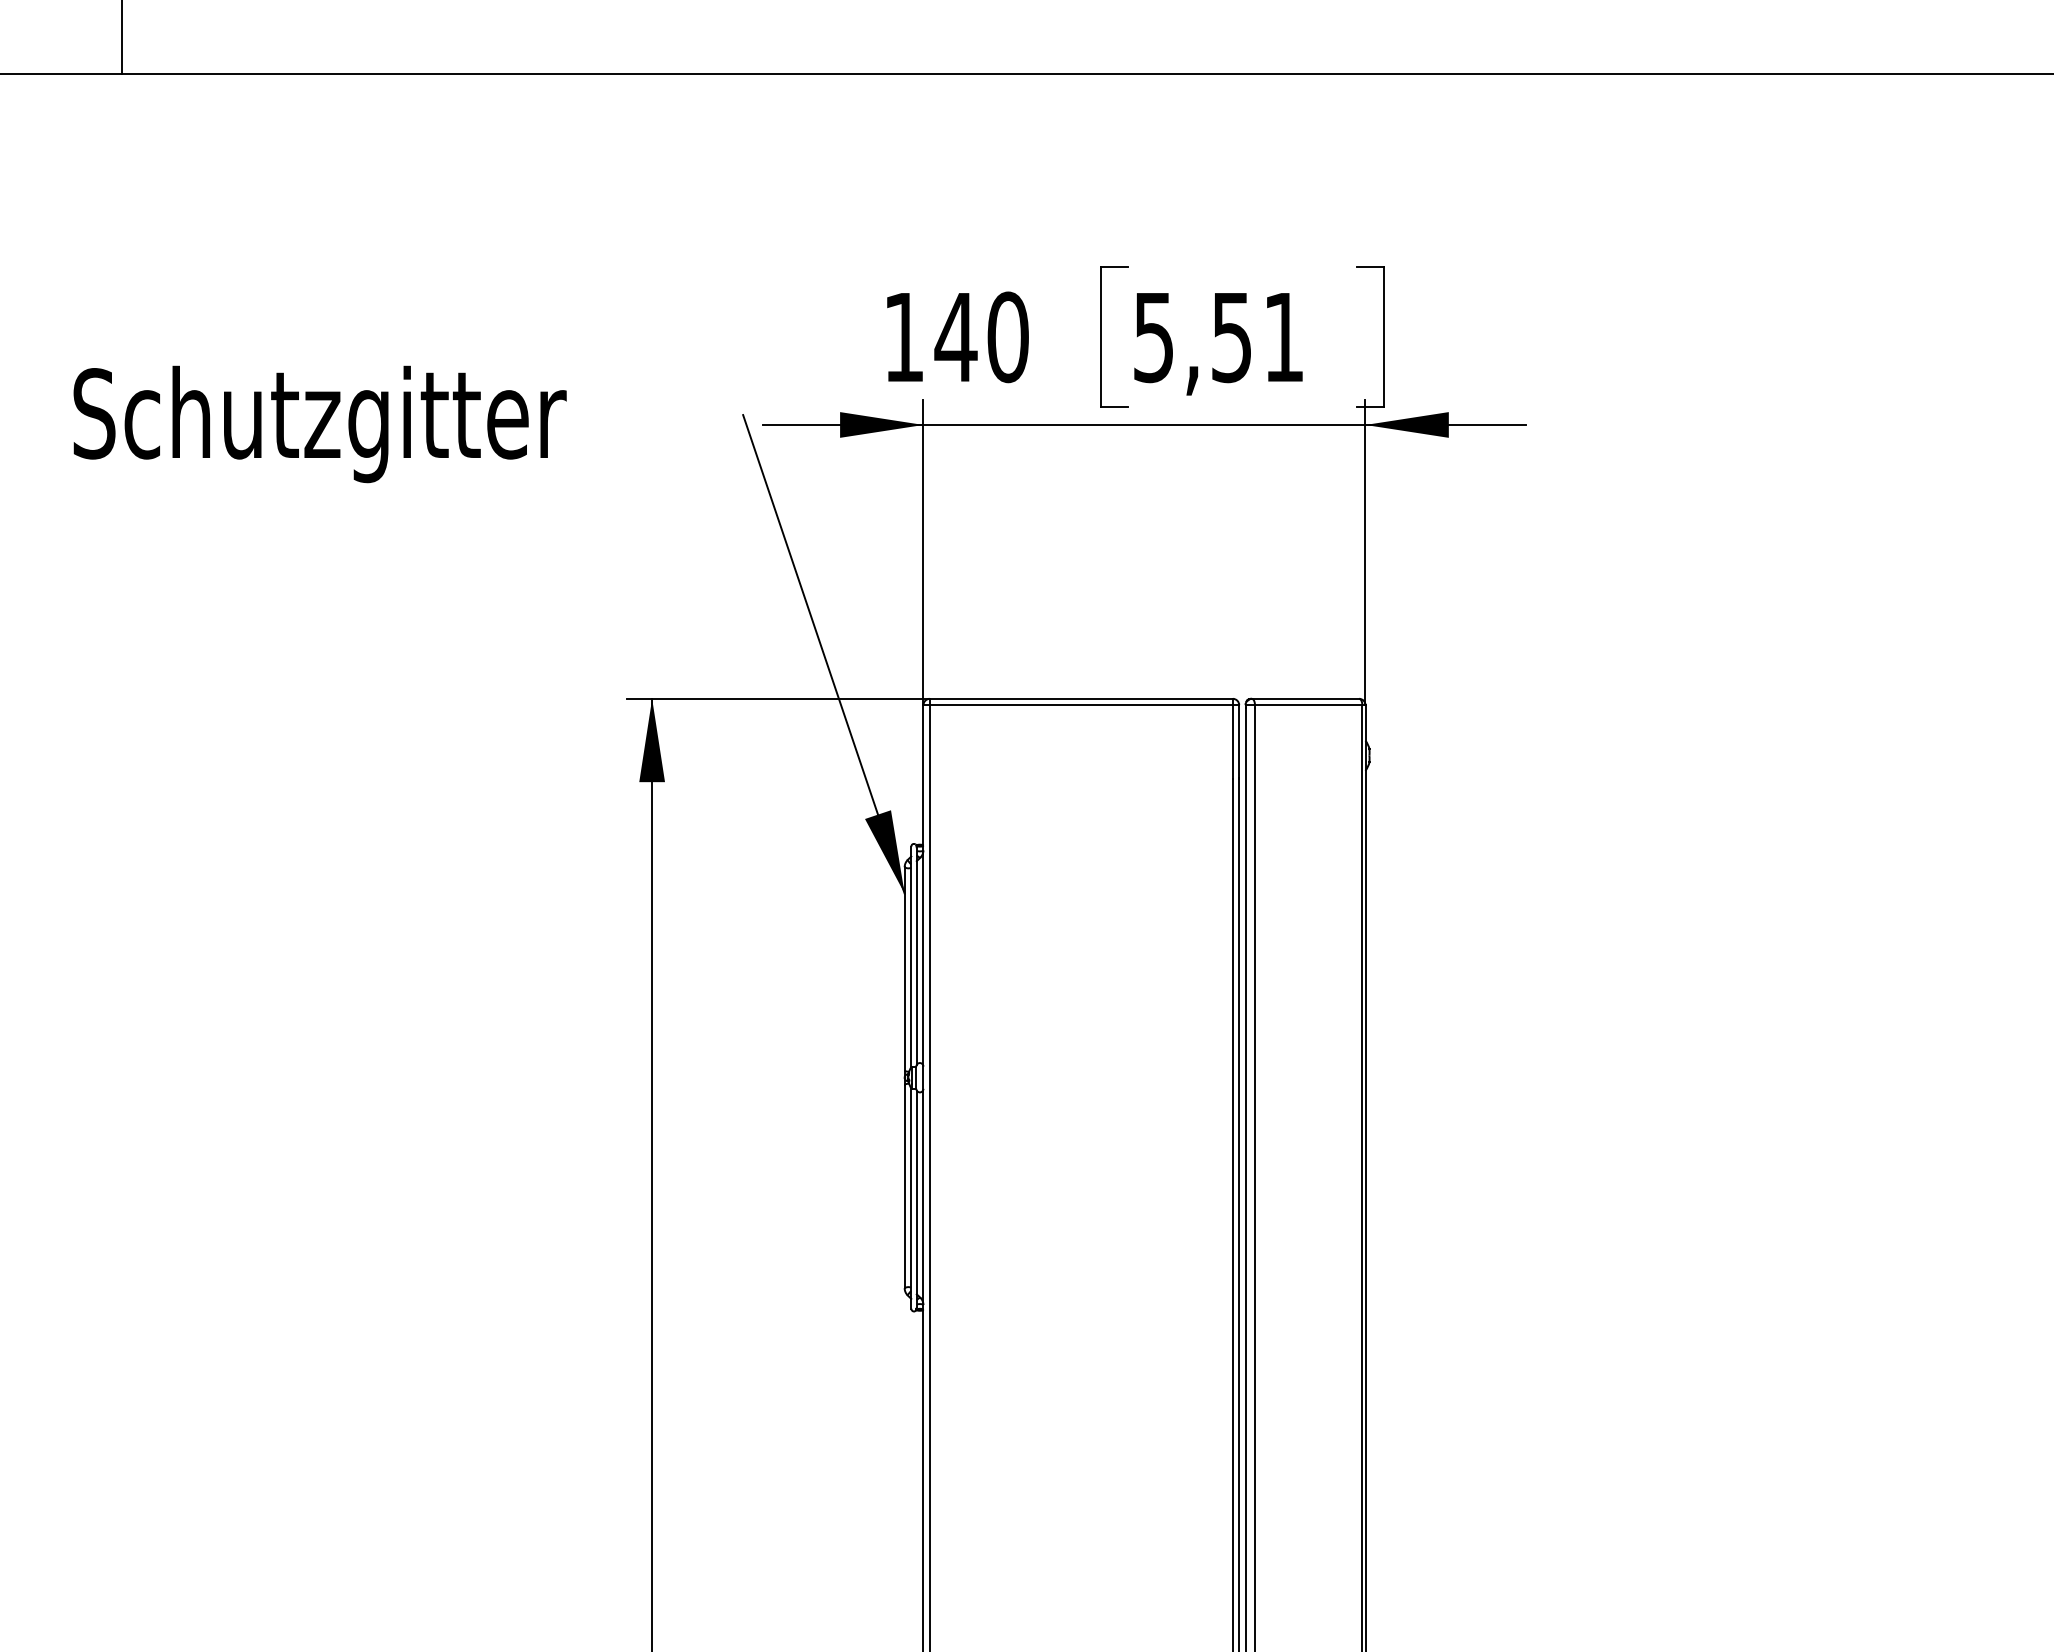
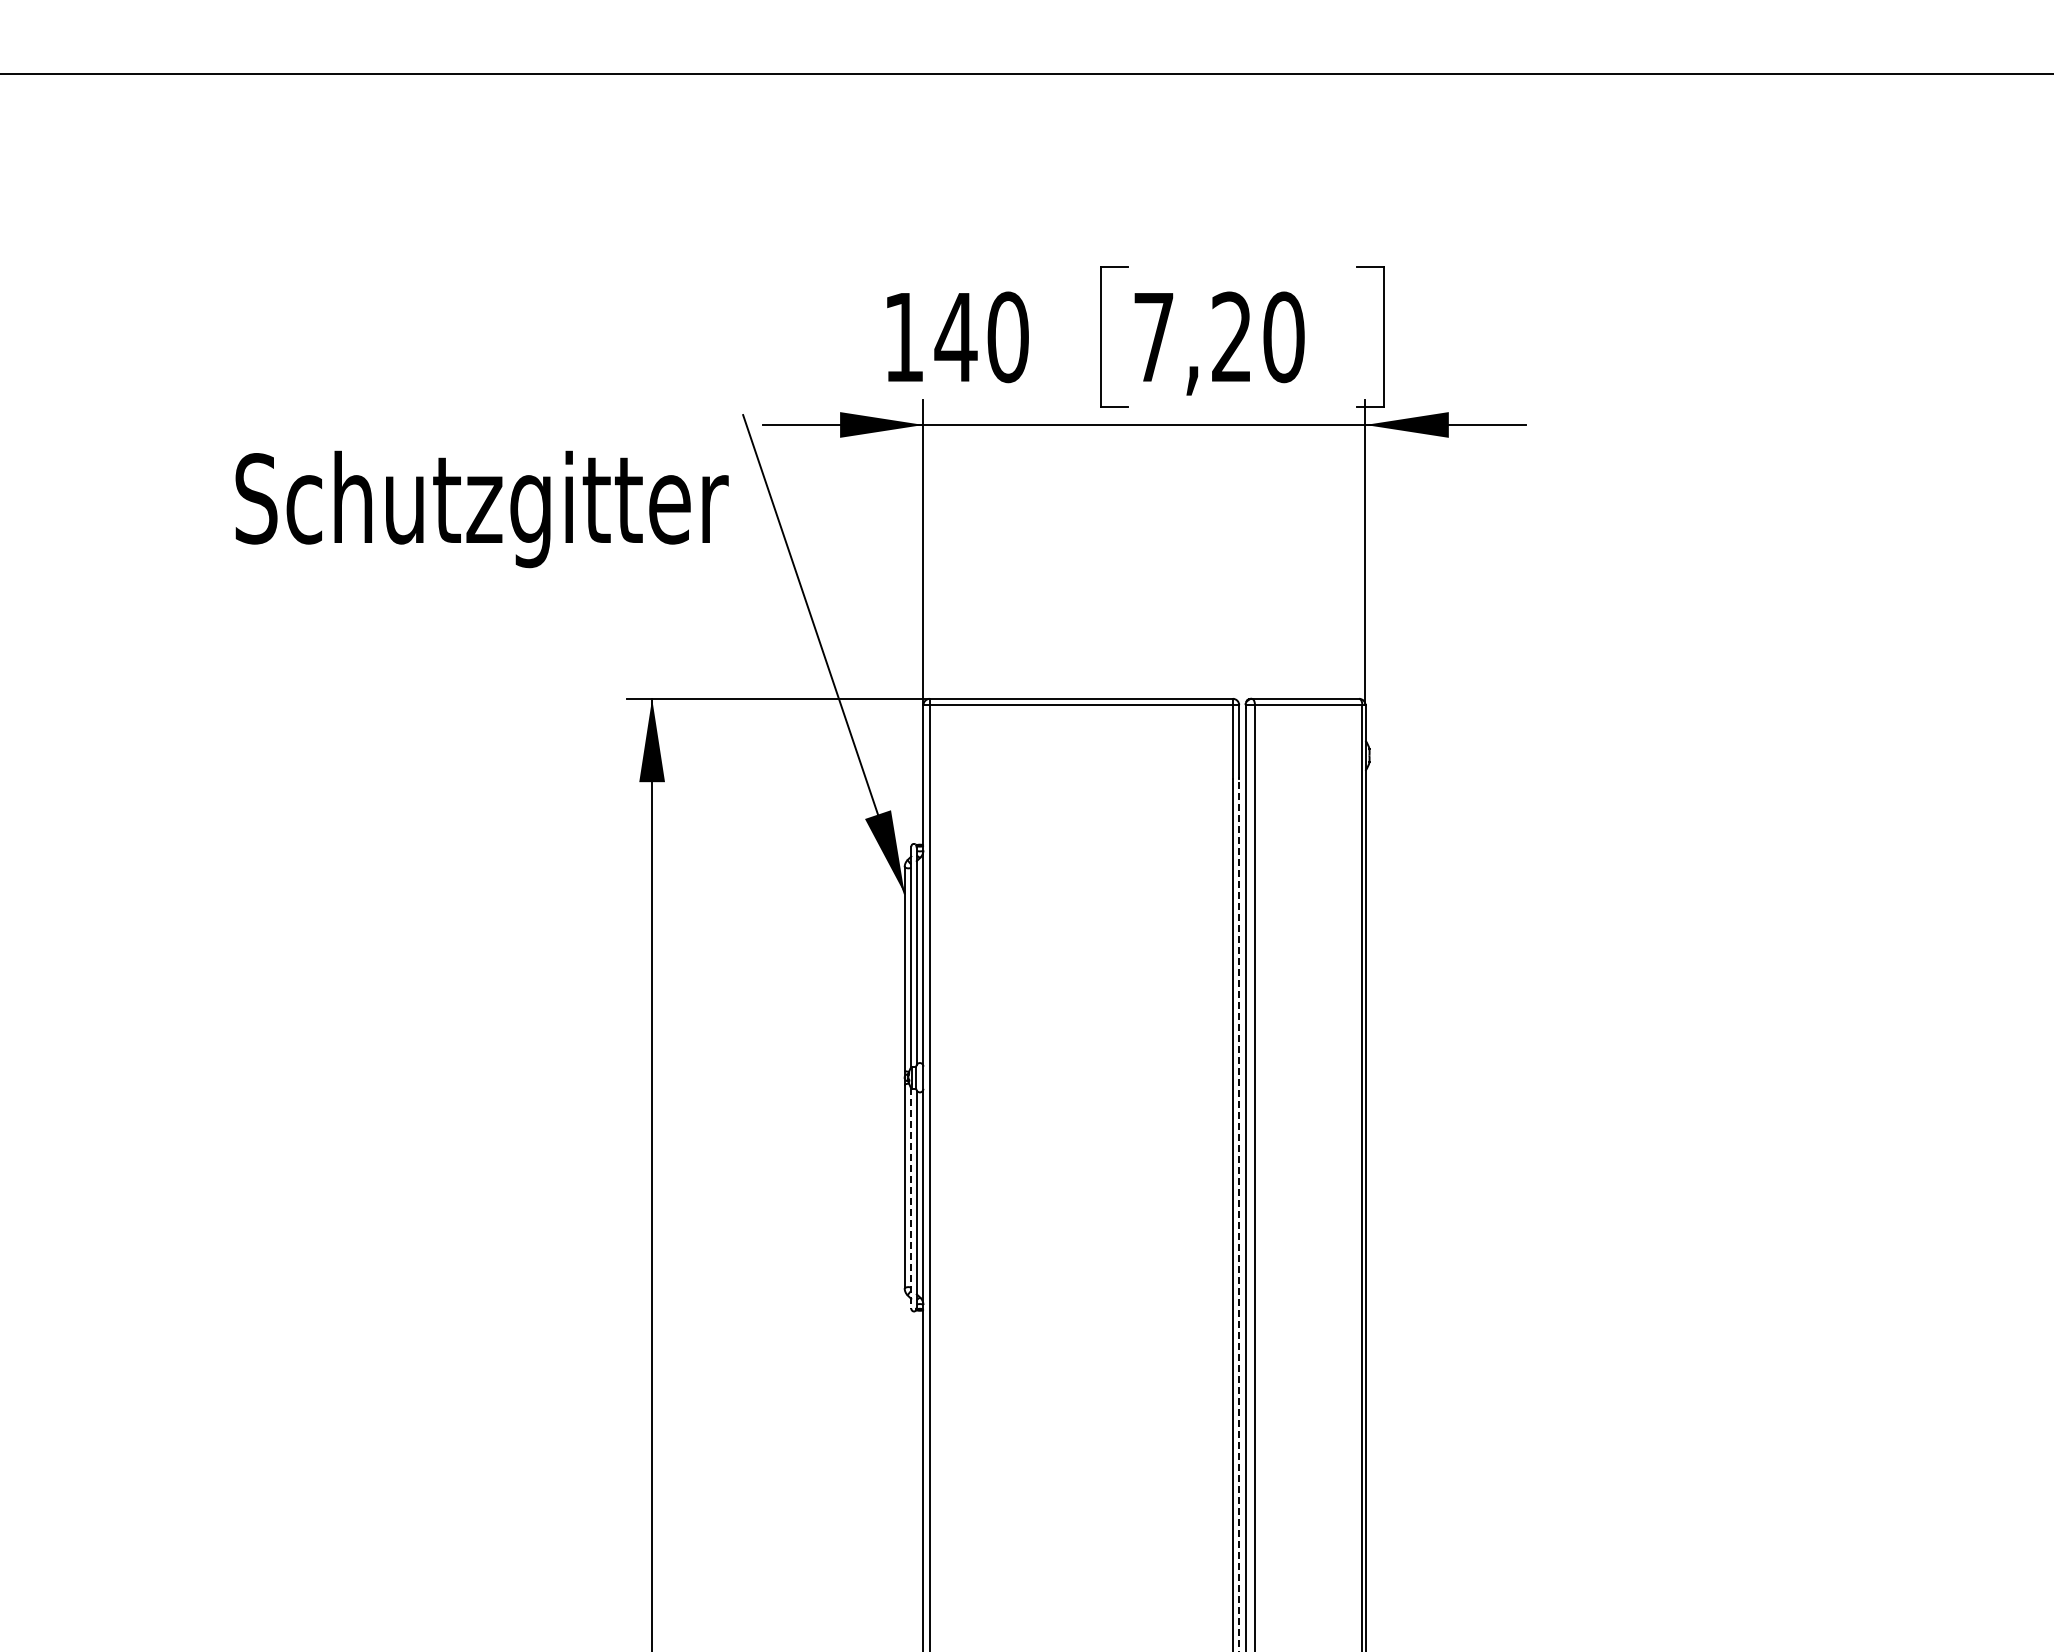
line at (121, 37): present -> none
text at (1219, 337): 5,51 -> 7,20
text at (319, 424) position: (319, 424) -> (481, 509)
line at (911, 1199): solid -> dashed
line at (1239, 1214): solid -> dashed
